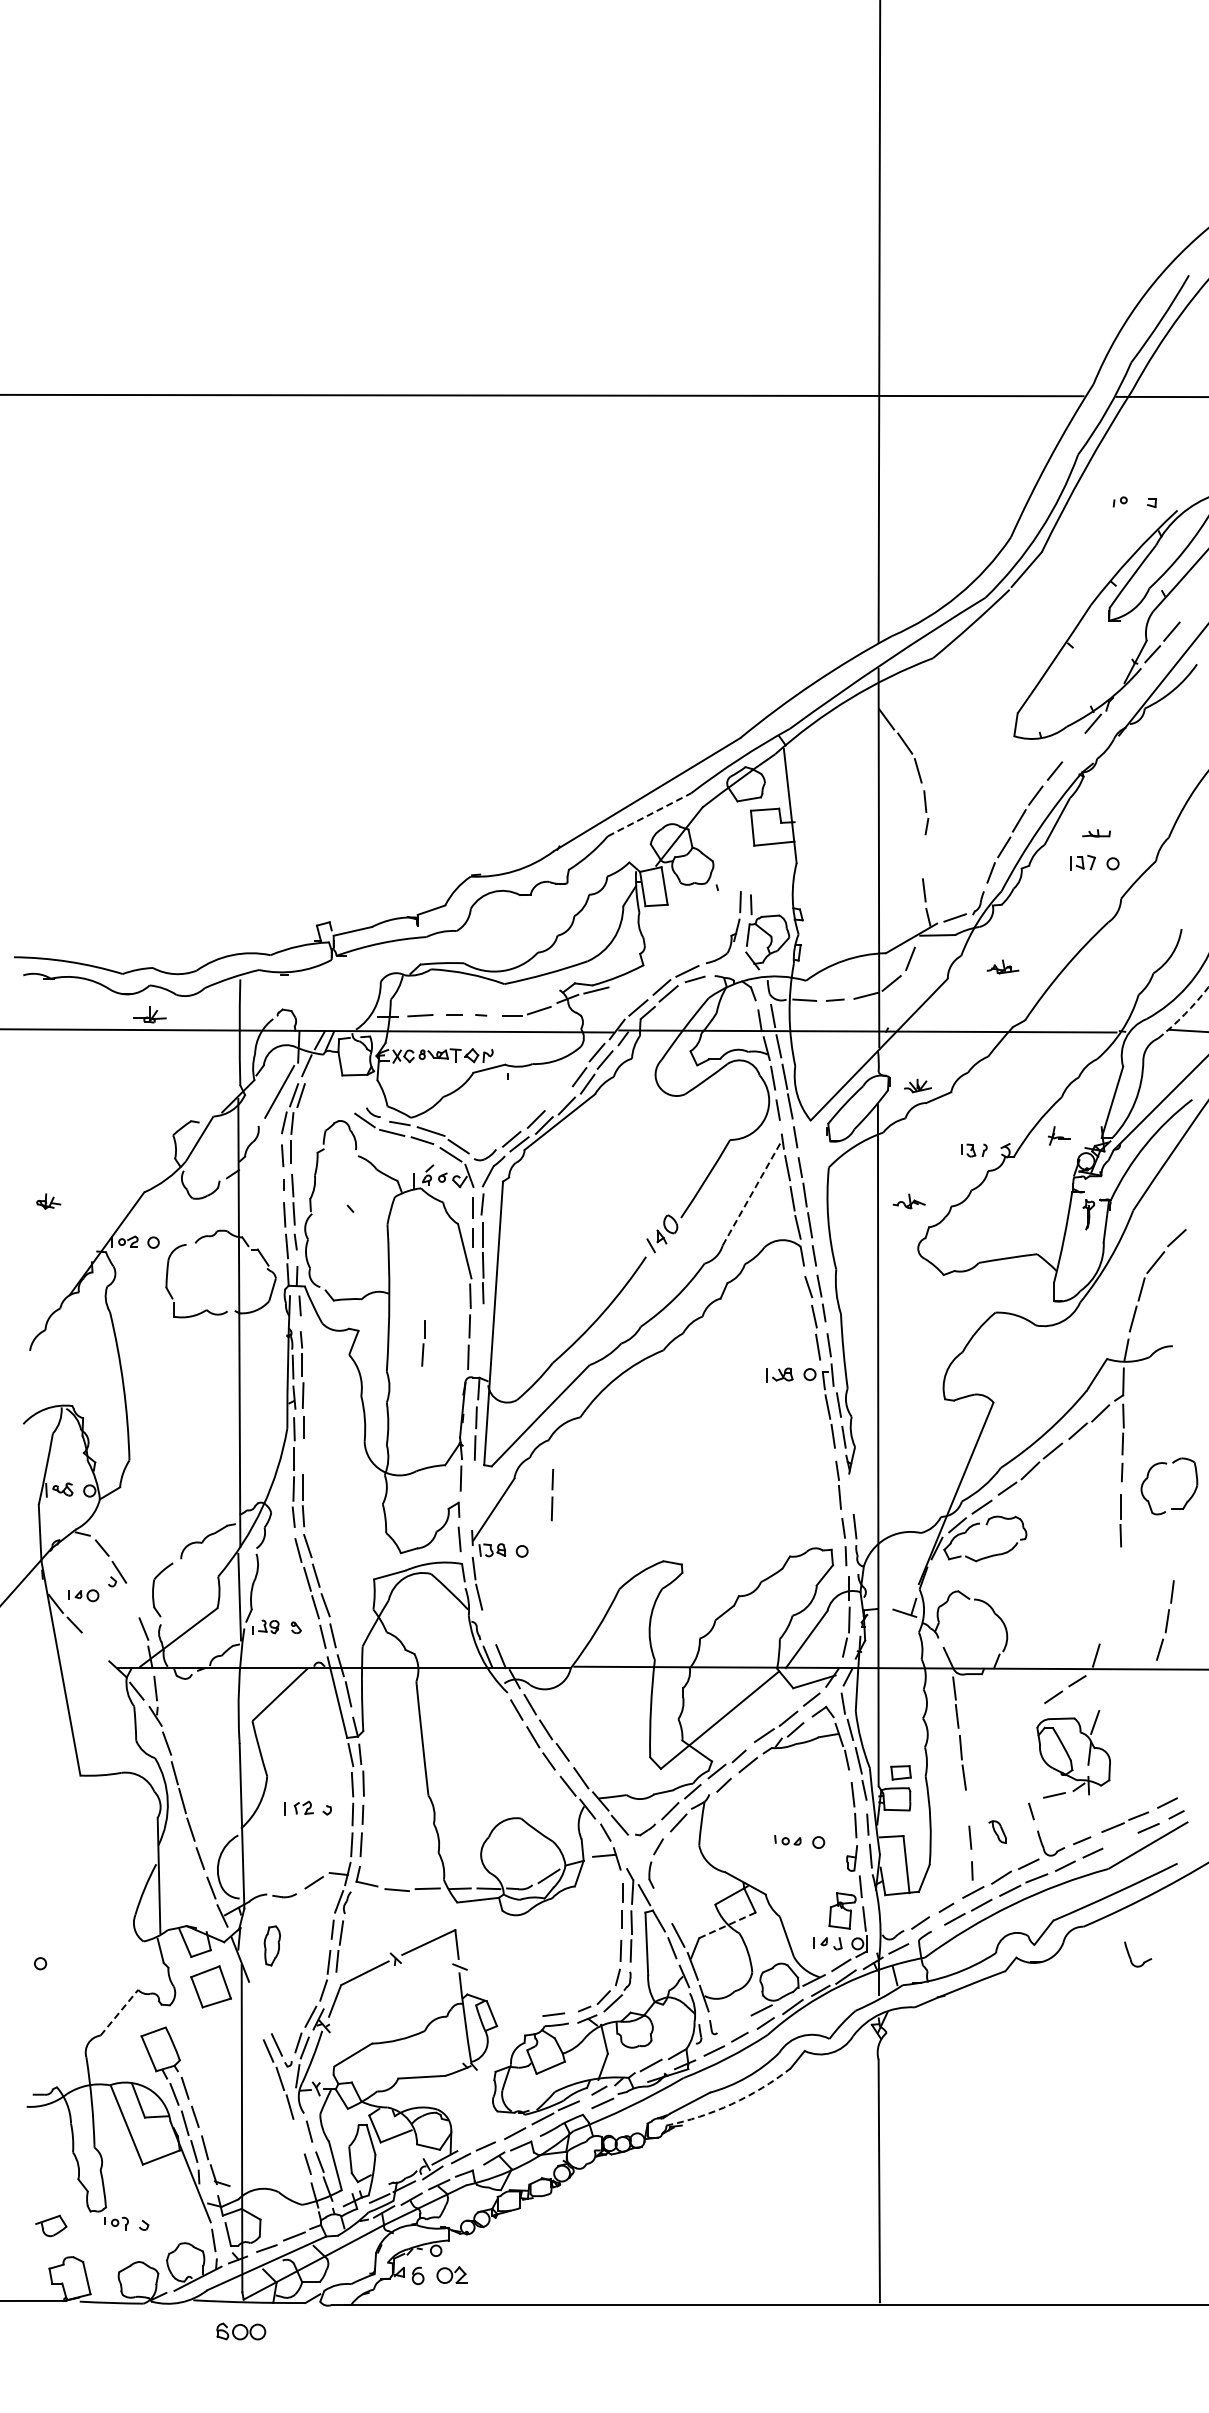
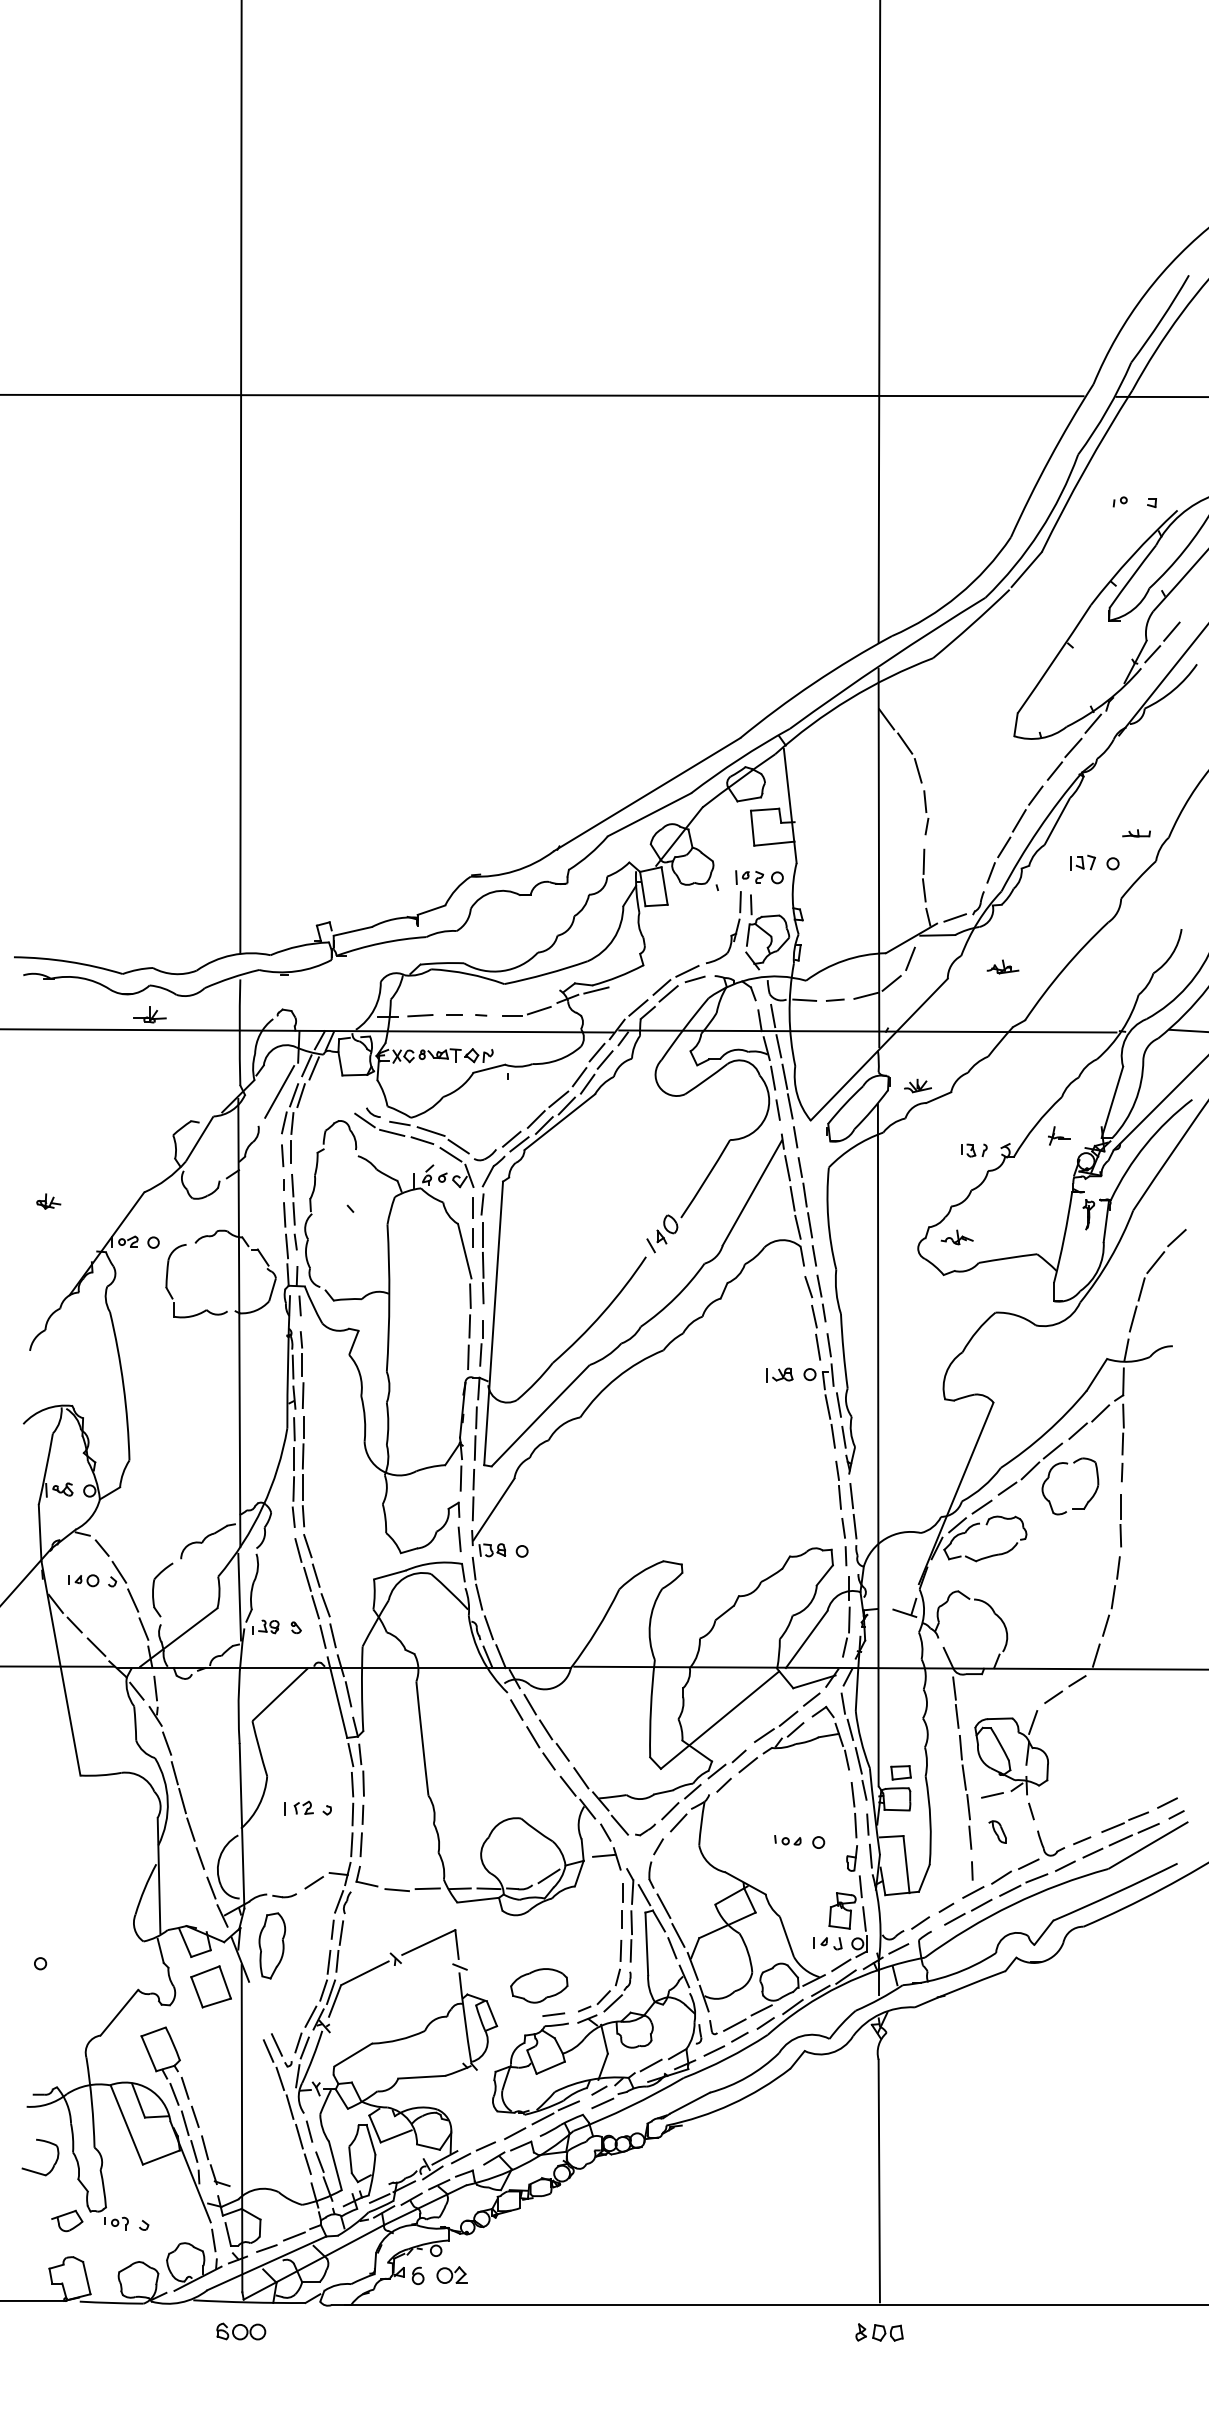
line at (240, 477): none -> present
line at (1073, 747): none -> present
line at (649, 814): dashed -> solid
part at (1096, 833) position: (1096, 833) -> (1136, 833)
line at (923, 861): none -> present
part at (759, 877): none -> present
arc at (1185, 1013): dashed -> solid
line at (313, 1068): none -> present
line at (558, 1099): none -> present
line at (752, 1192): dashed -> solid
part at (908, 1201) position: (908, 1201) -> (956, 1237)
line at (423, 1343) position: (423, 1343) -> (481, 1343)
line at (302, 1456): none -> present
part at (552, 1495) position: (552, 1495) -> (473, 1495)
line at (851, 1495): none -> present
part at (1171, 1508) position: (1171, 1508) -> (1072, 1508)
part at (83, 1595) position: (83, 1595) -> (83, 1580)
line at (133, 1600): none -> present
part at (1165, 1620) position: (1165, 1620) -> (1111, 1596)
line at (488, 1627): none -> present
line at (96, 1646): none -> present
line at (58, 1666): none -> present
part at (1073, 1754) position: (1073, 1754) -> (1011, 1754)
line at (968, 1807): none -> present
line at (1120, 1840): none -> present
line at (663, 1906): none -> present
line at (727, 1925): dashed -> solid
part at (271, 1945) size: 18x42 px -> 29x68 px
part at (1130, 1955): present -> none
part at (539, 1985): none -> present
line at (331, 1992): none -> present
line at (119, 2012): dashed -> solid
line at (734, 2024): none -> present
arc at (731, 2104): dashed -> solid
line at (299, 2136): none -> present
part at (36, 2171): none -> present
part at (51, 2225) position: (51, 2225) -> (67, 2220)
part at (879, 2332): none -> present
